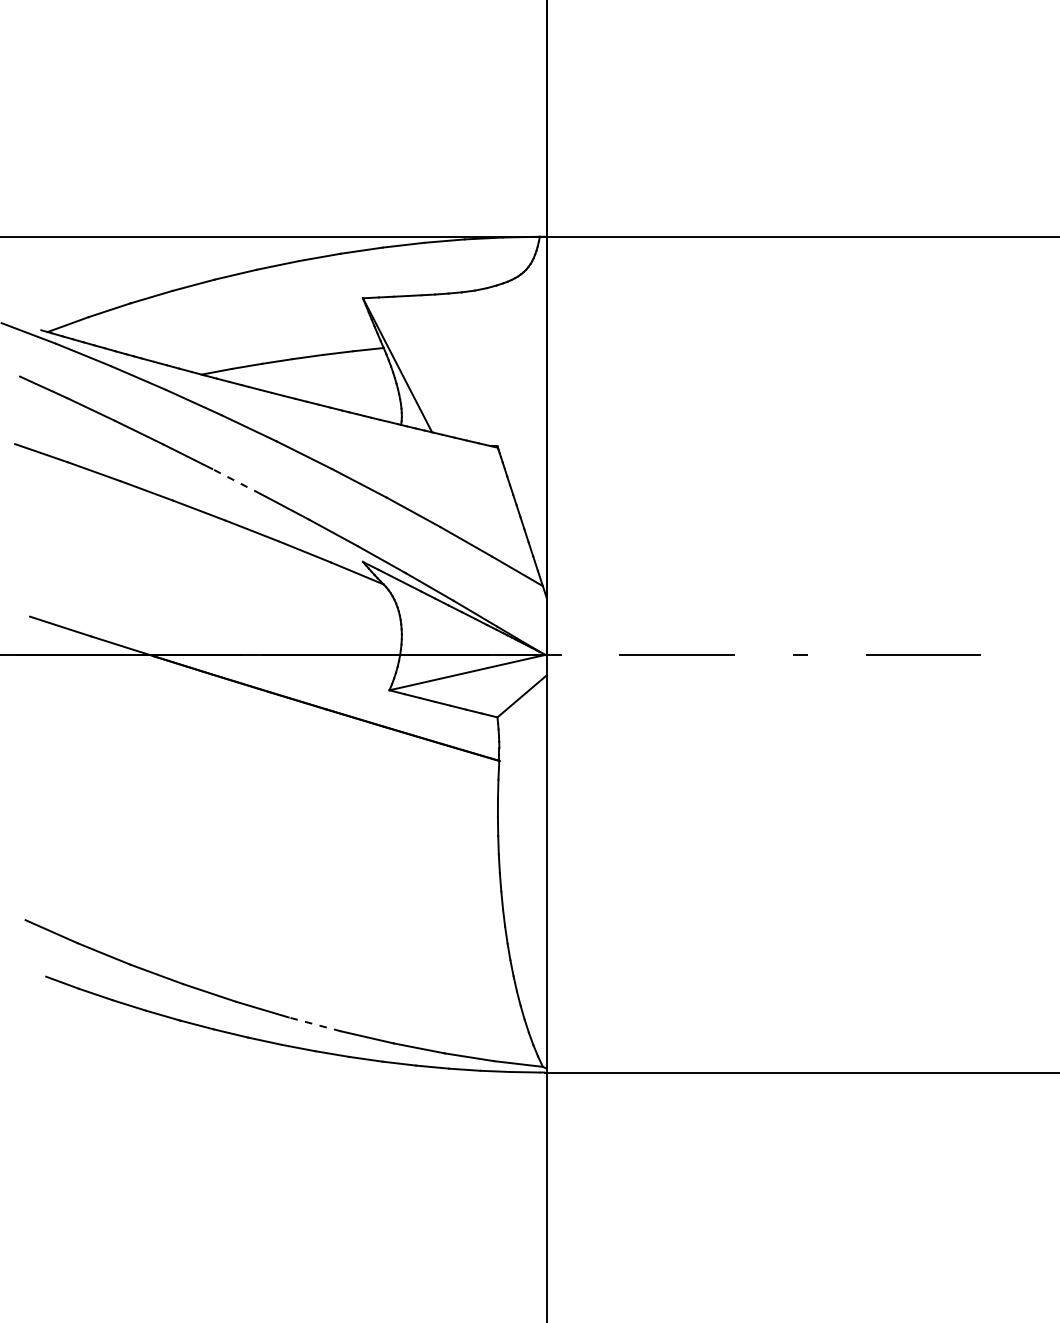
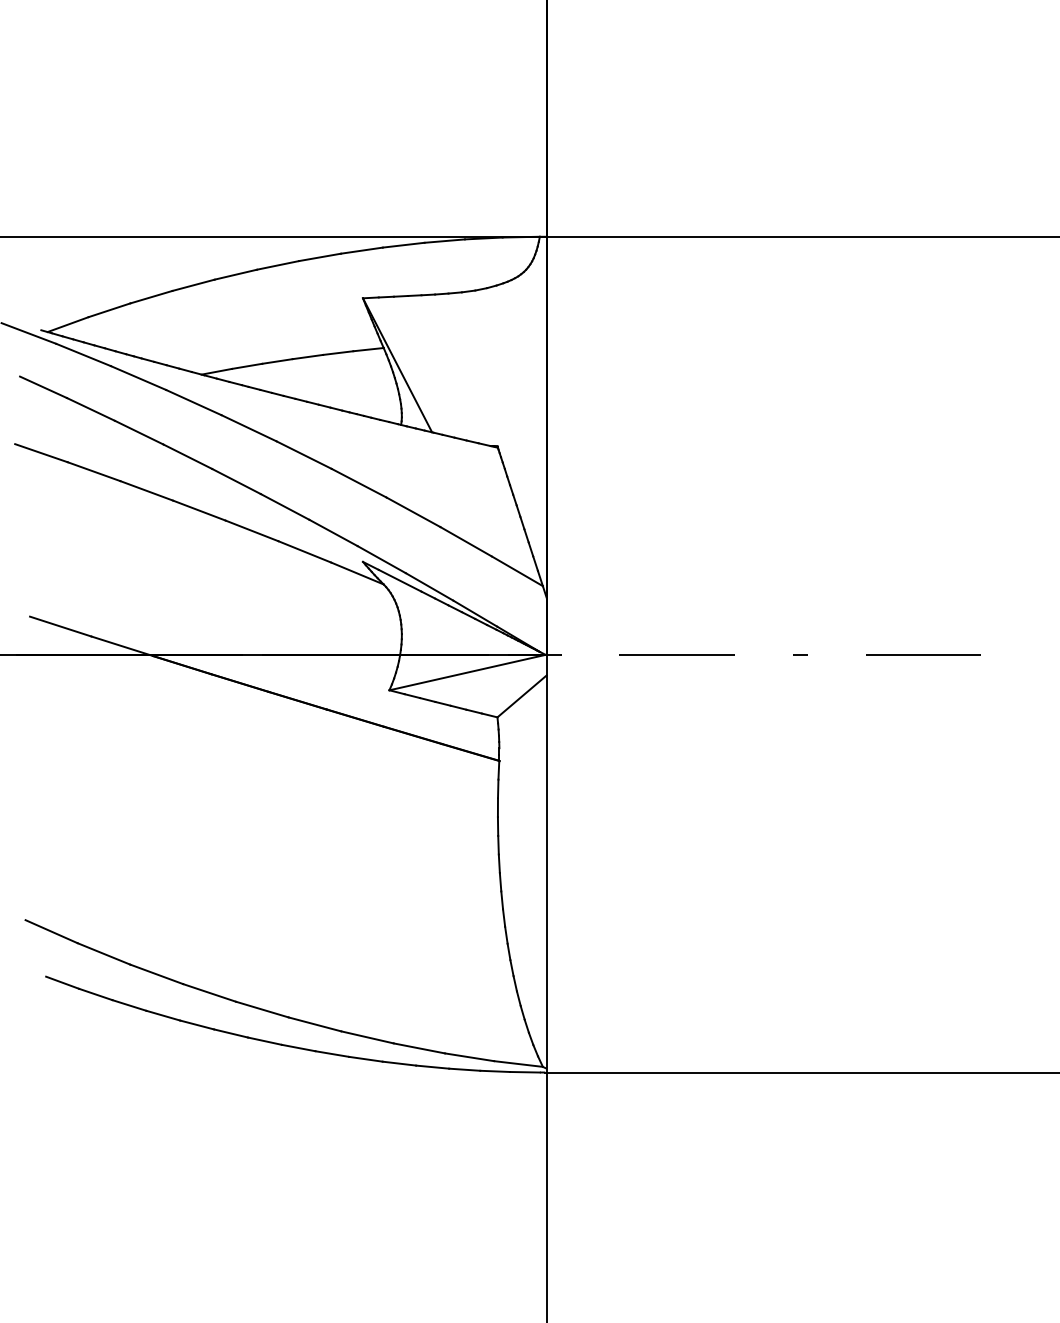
line at (236, 481): dashed -> solid
line at (314, 1024): dashed -> solid
